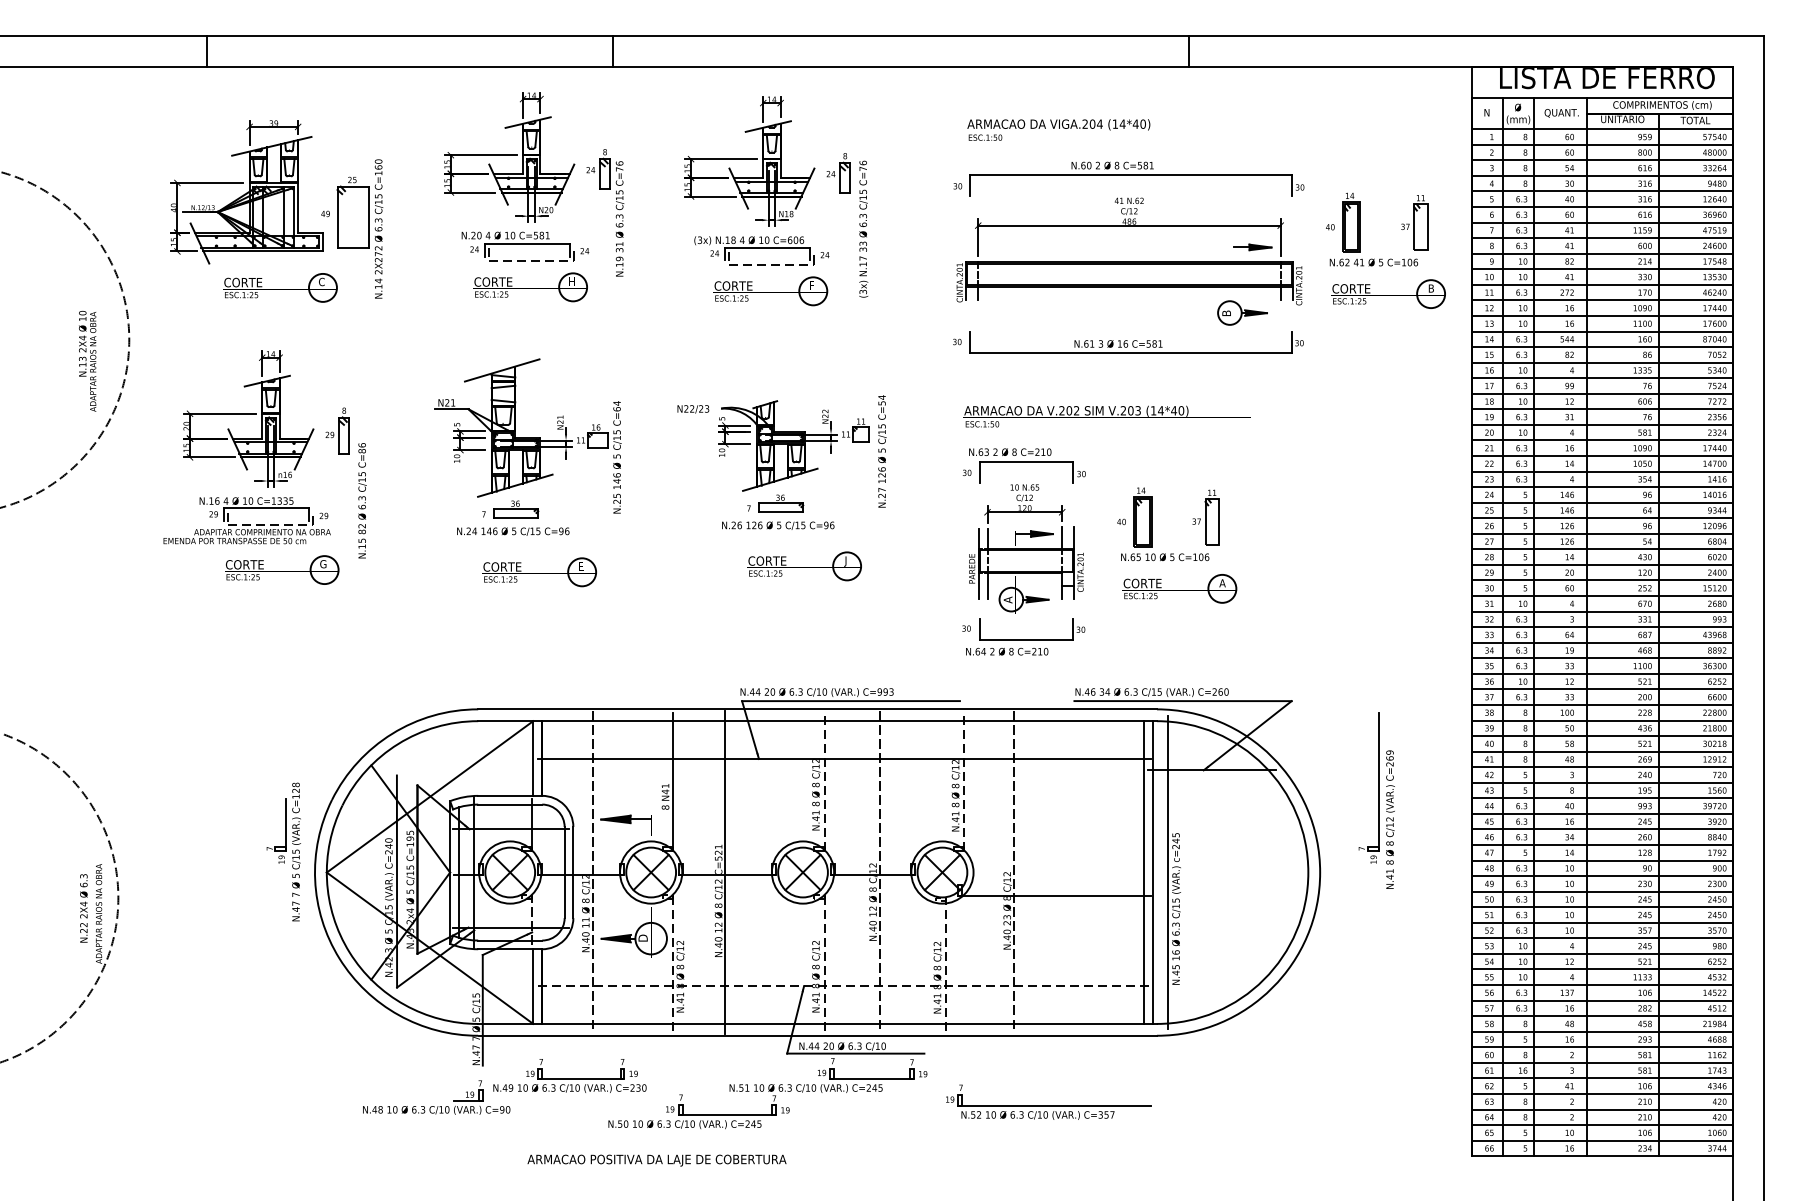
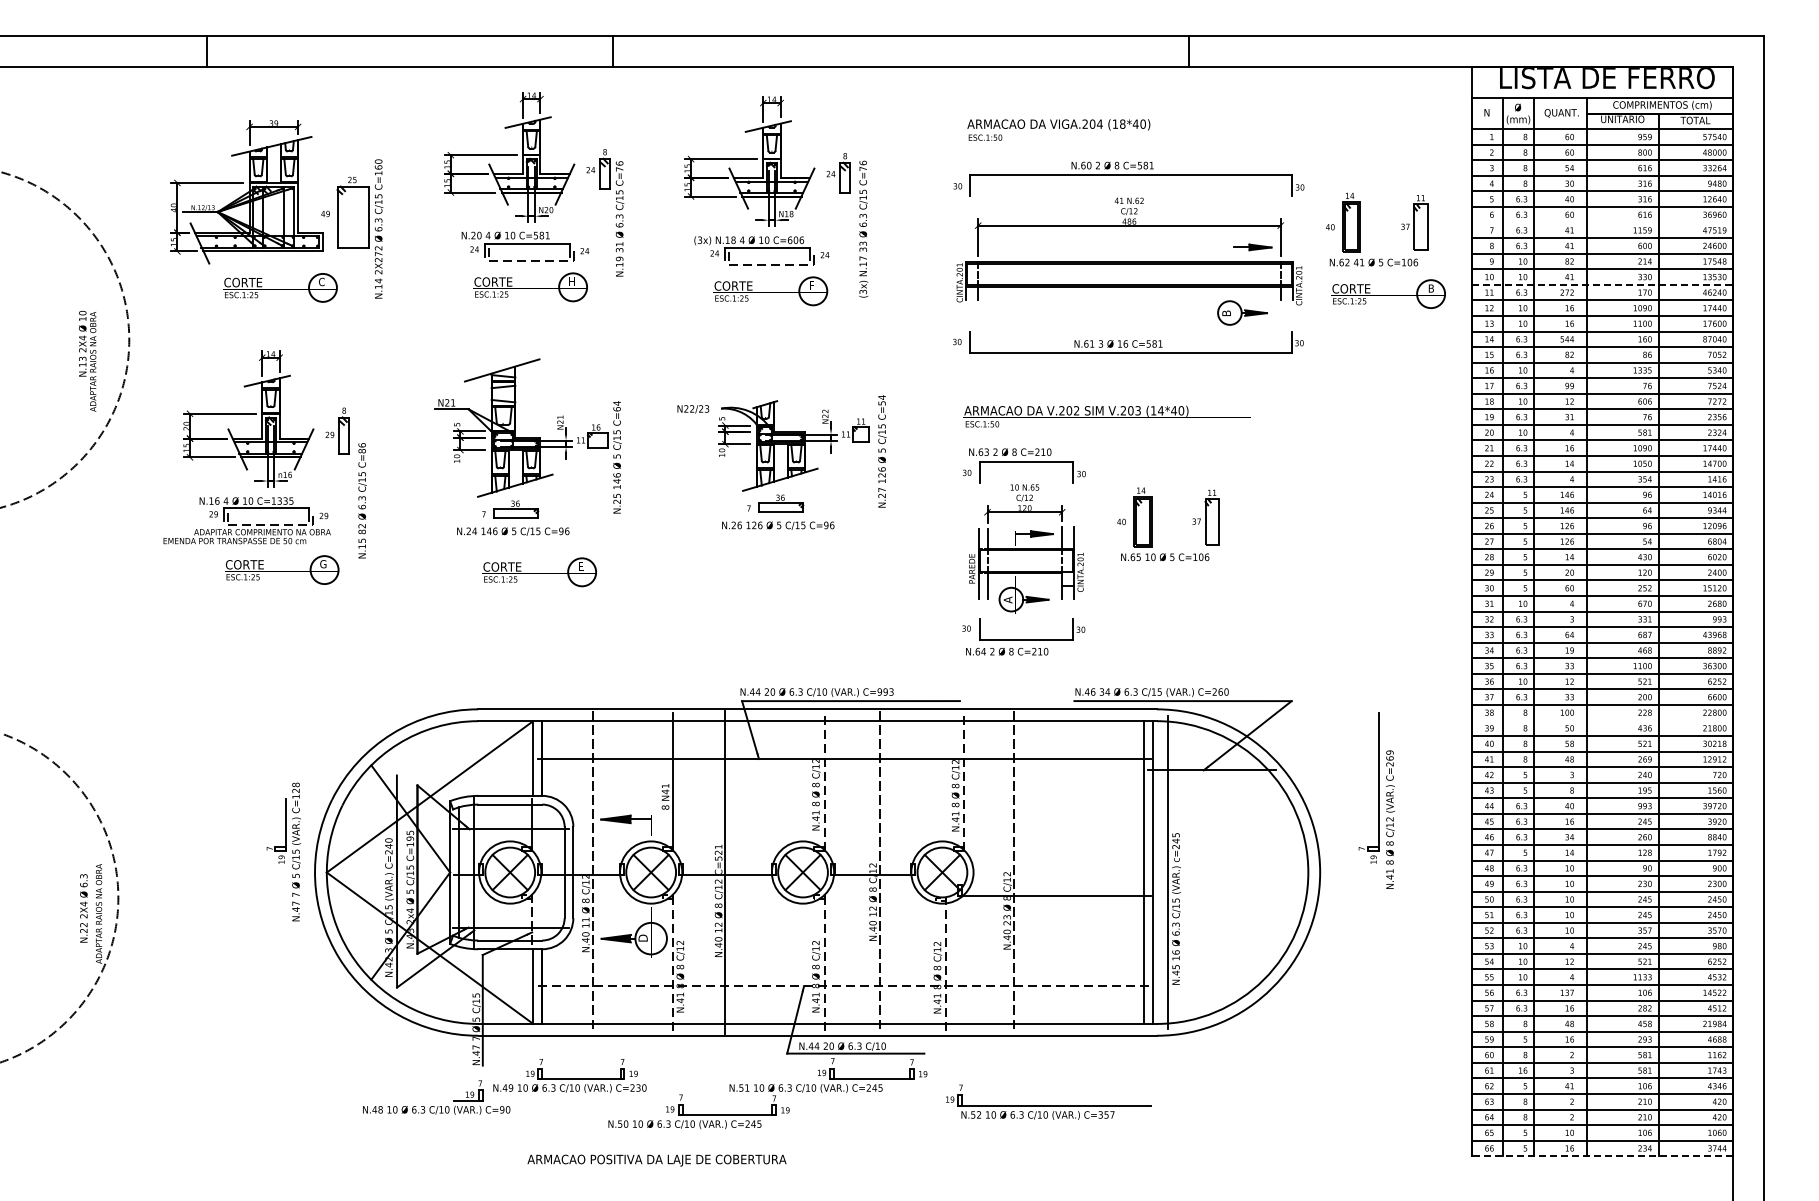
text at (1122, 123): (14*40) -> (18*40)
line at (1602, 222): present -> none
line at (1602, 284): solid -> dashed
part at (804, 566): present -> none
part at (1179, 588): present -> none
line at (1602, 720): present -> none
line at (1602, 1156): solid -> dashed
